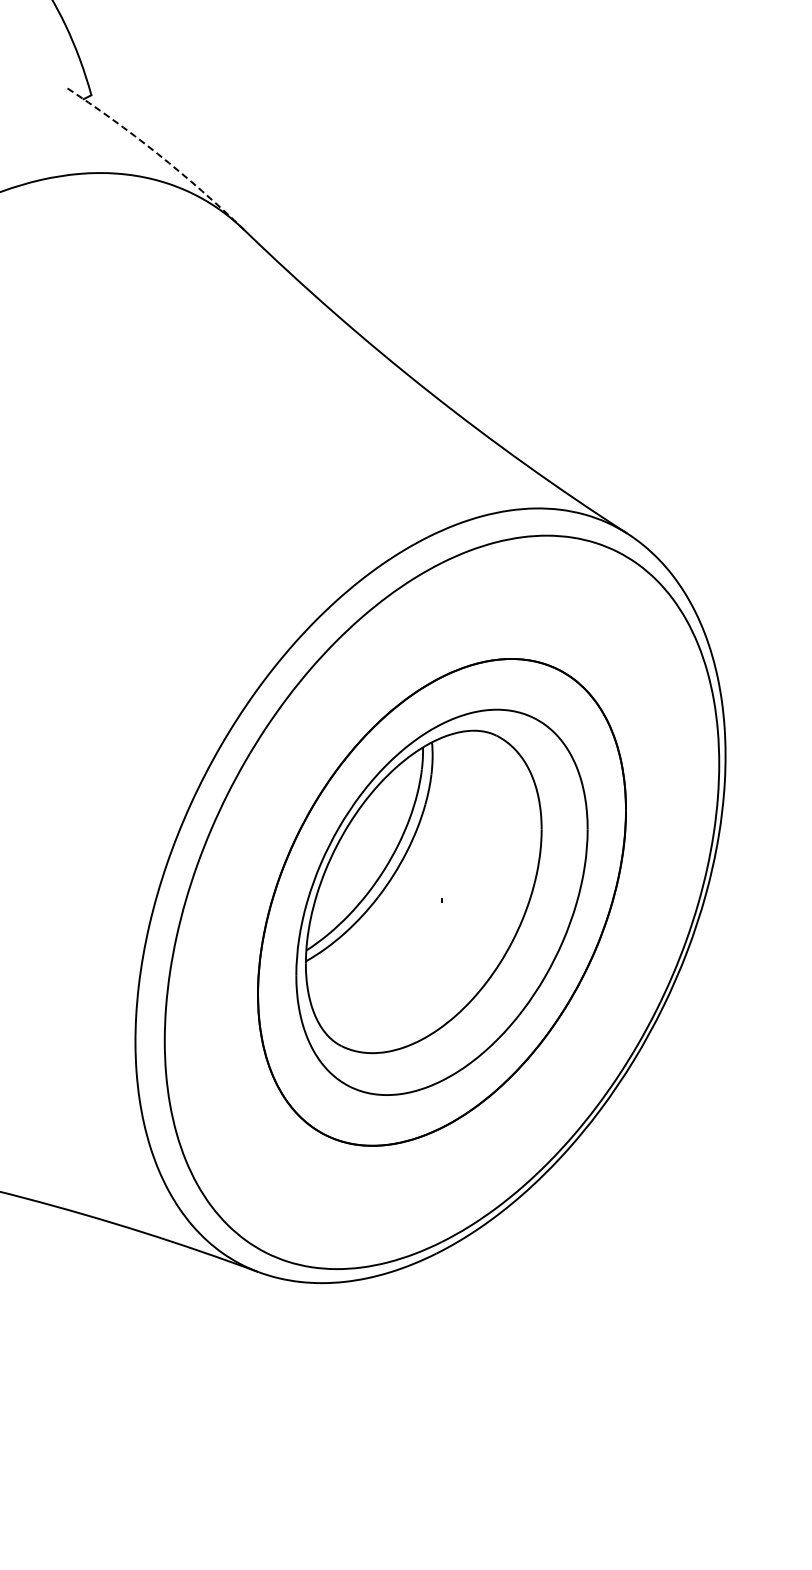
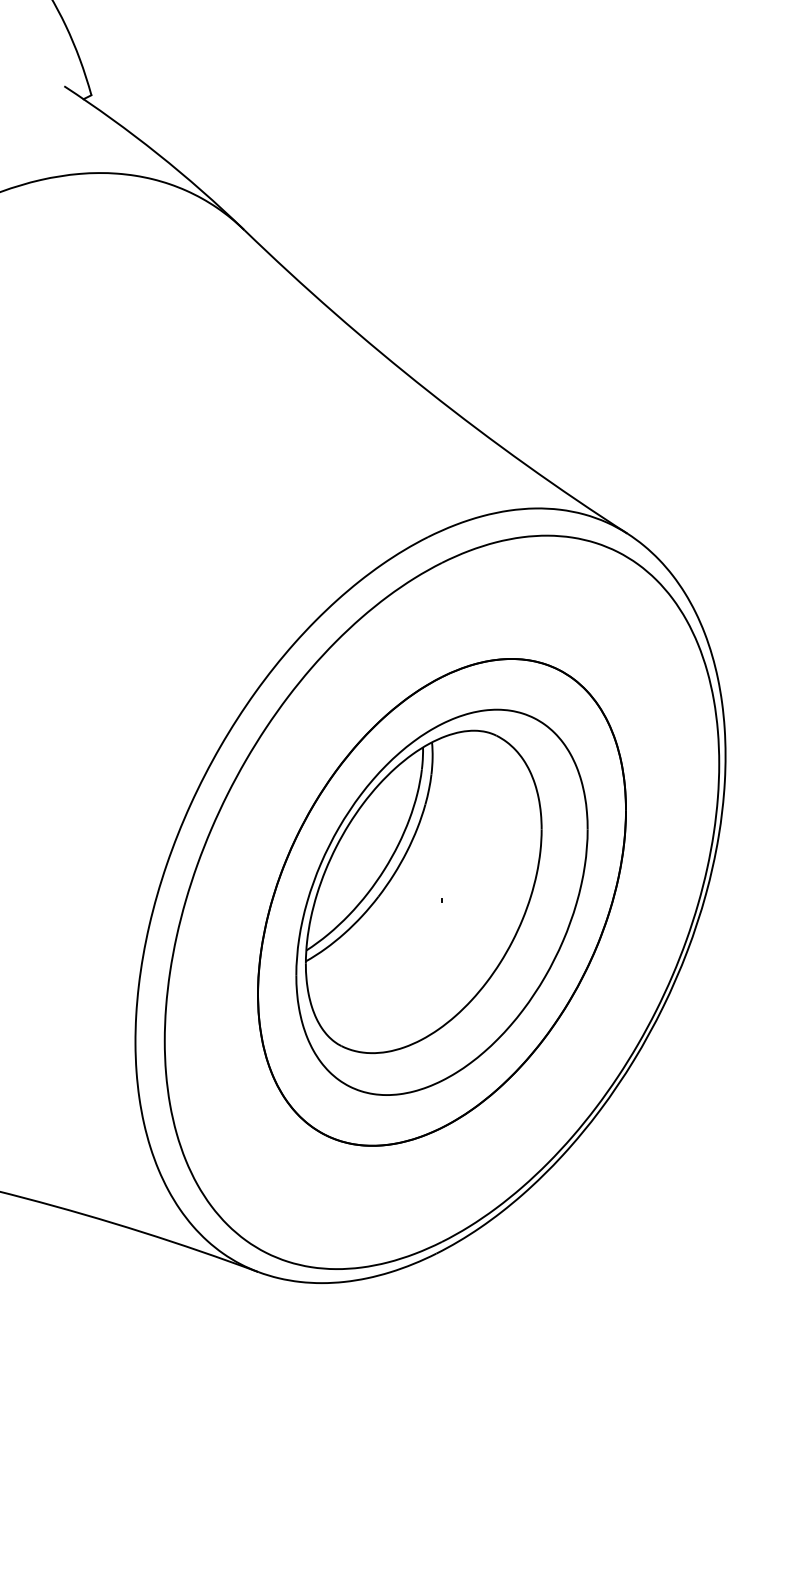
arc at (157, 153): dashed -> solid
